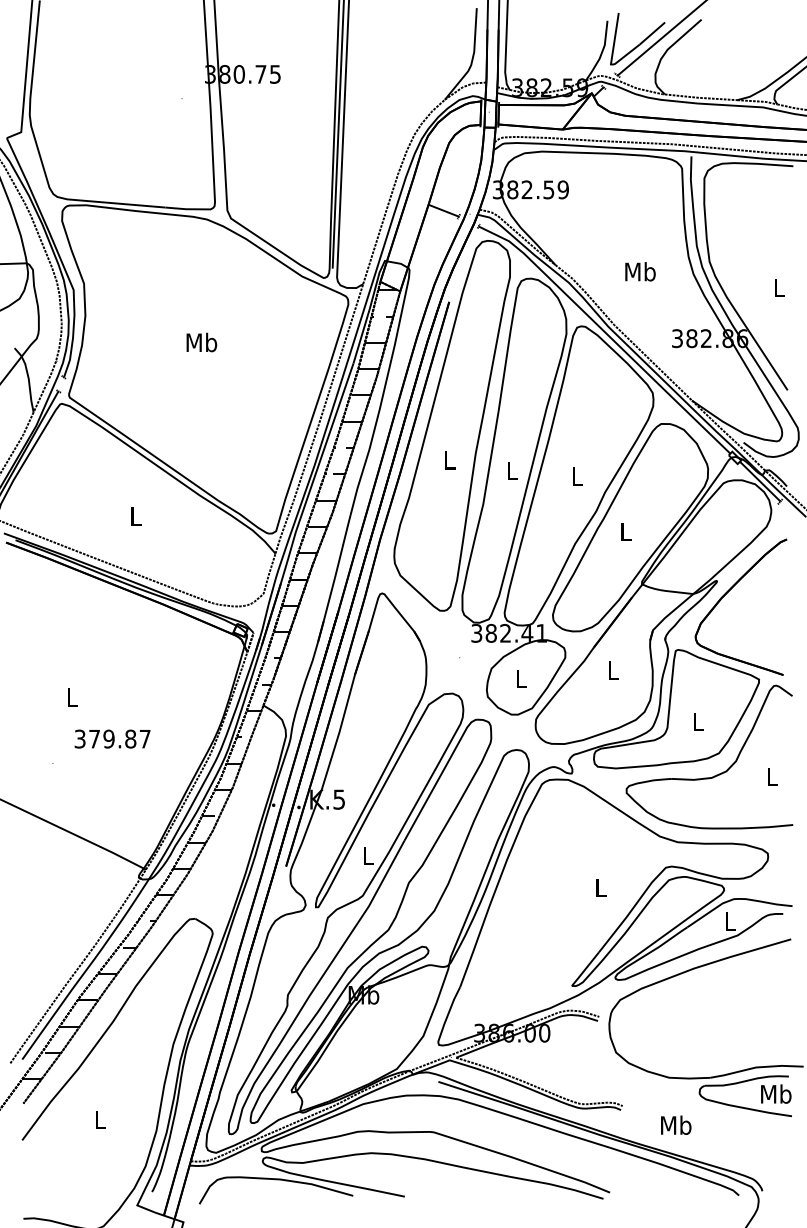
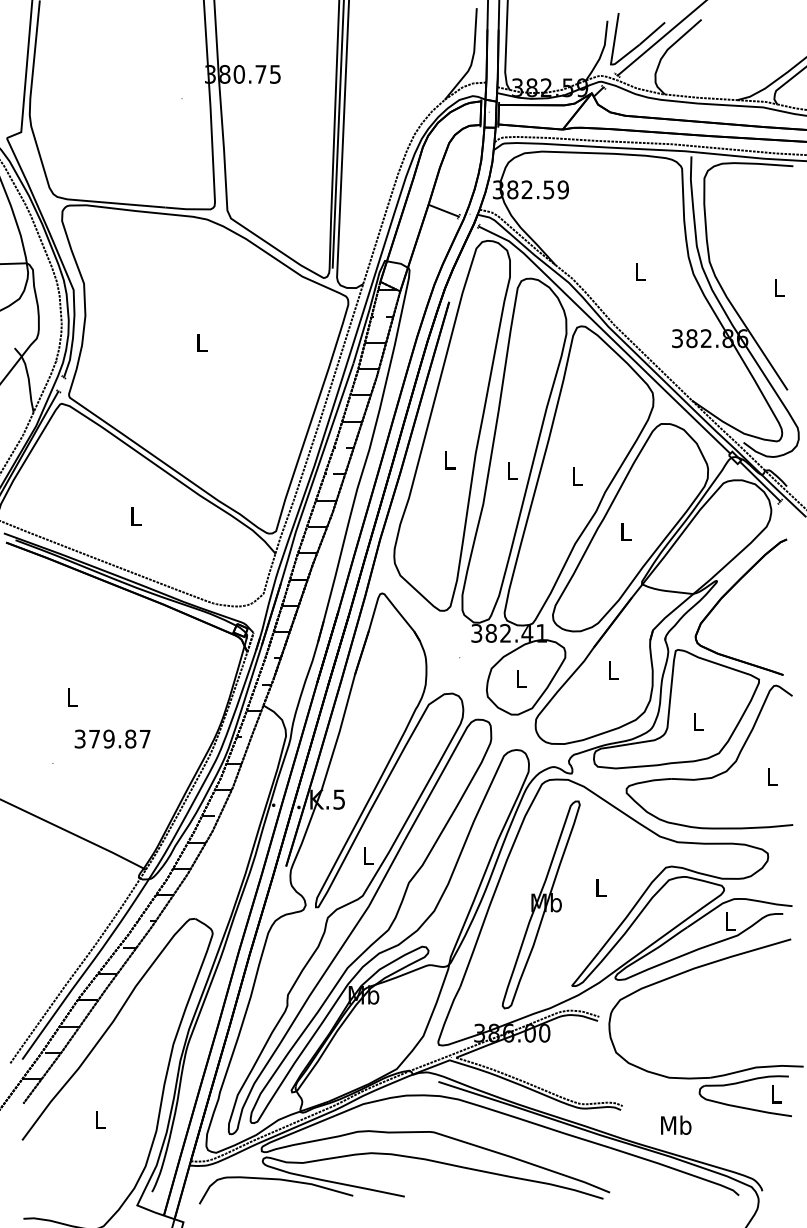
text at (640, 271): Mb -> L
text at (201, 342): Mb -> L
part at (540, 904): none -> present
text at (776, 1093): Mb -> L
